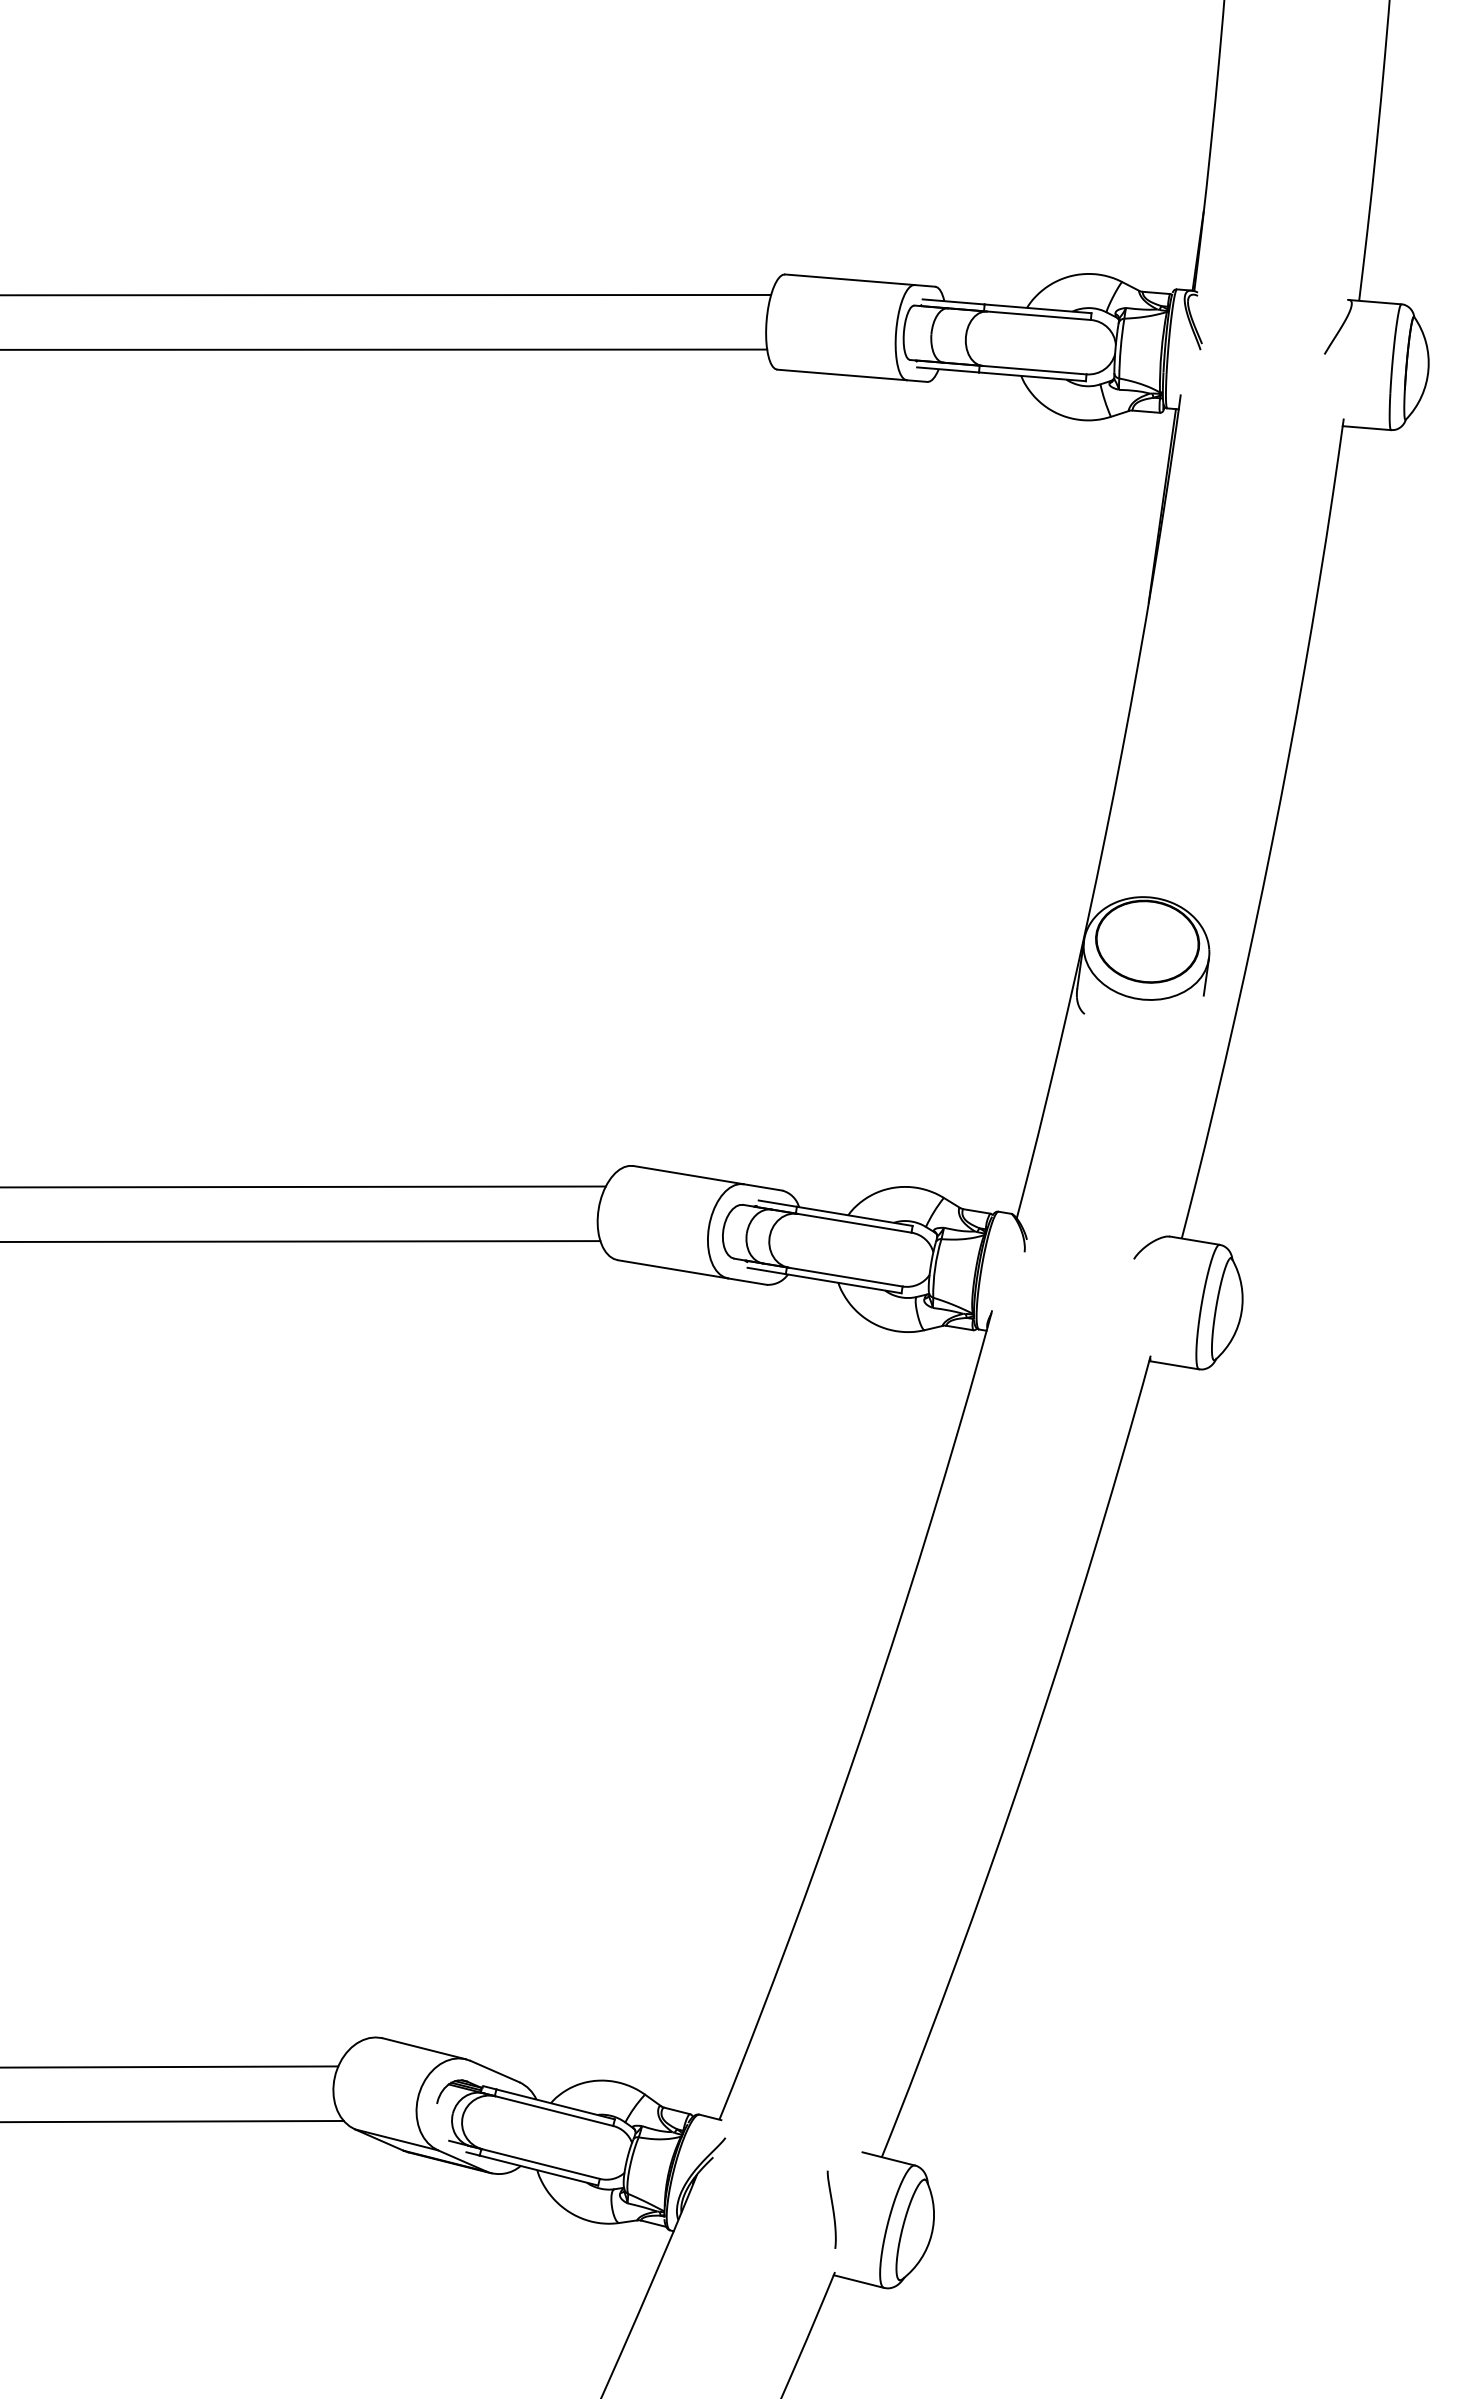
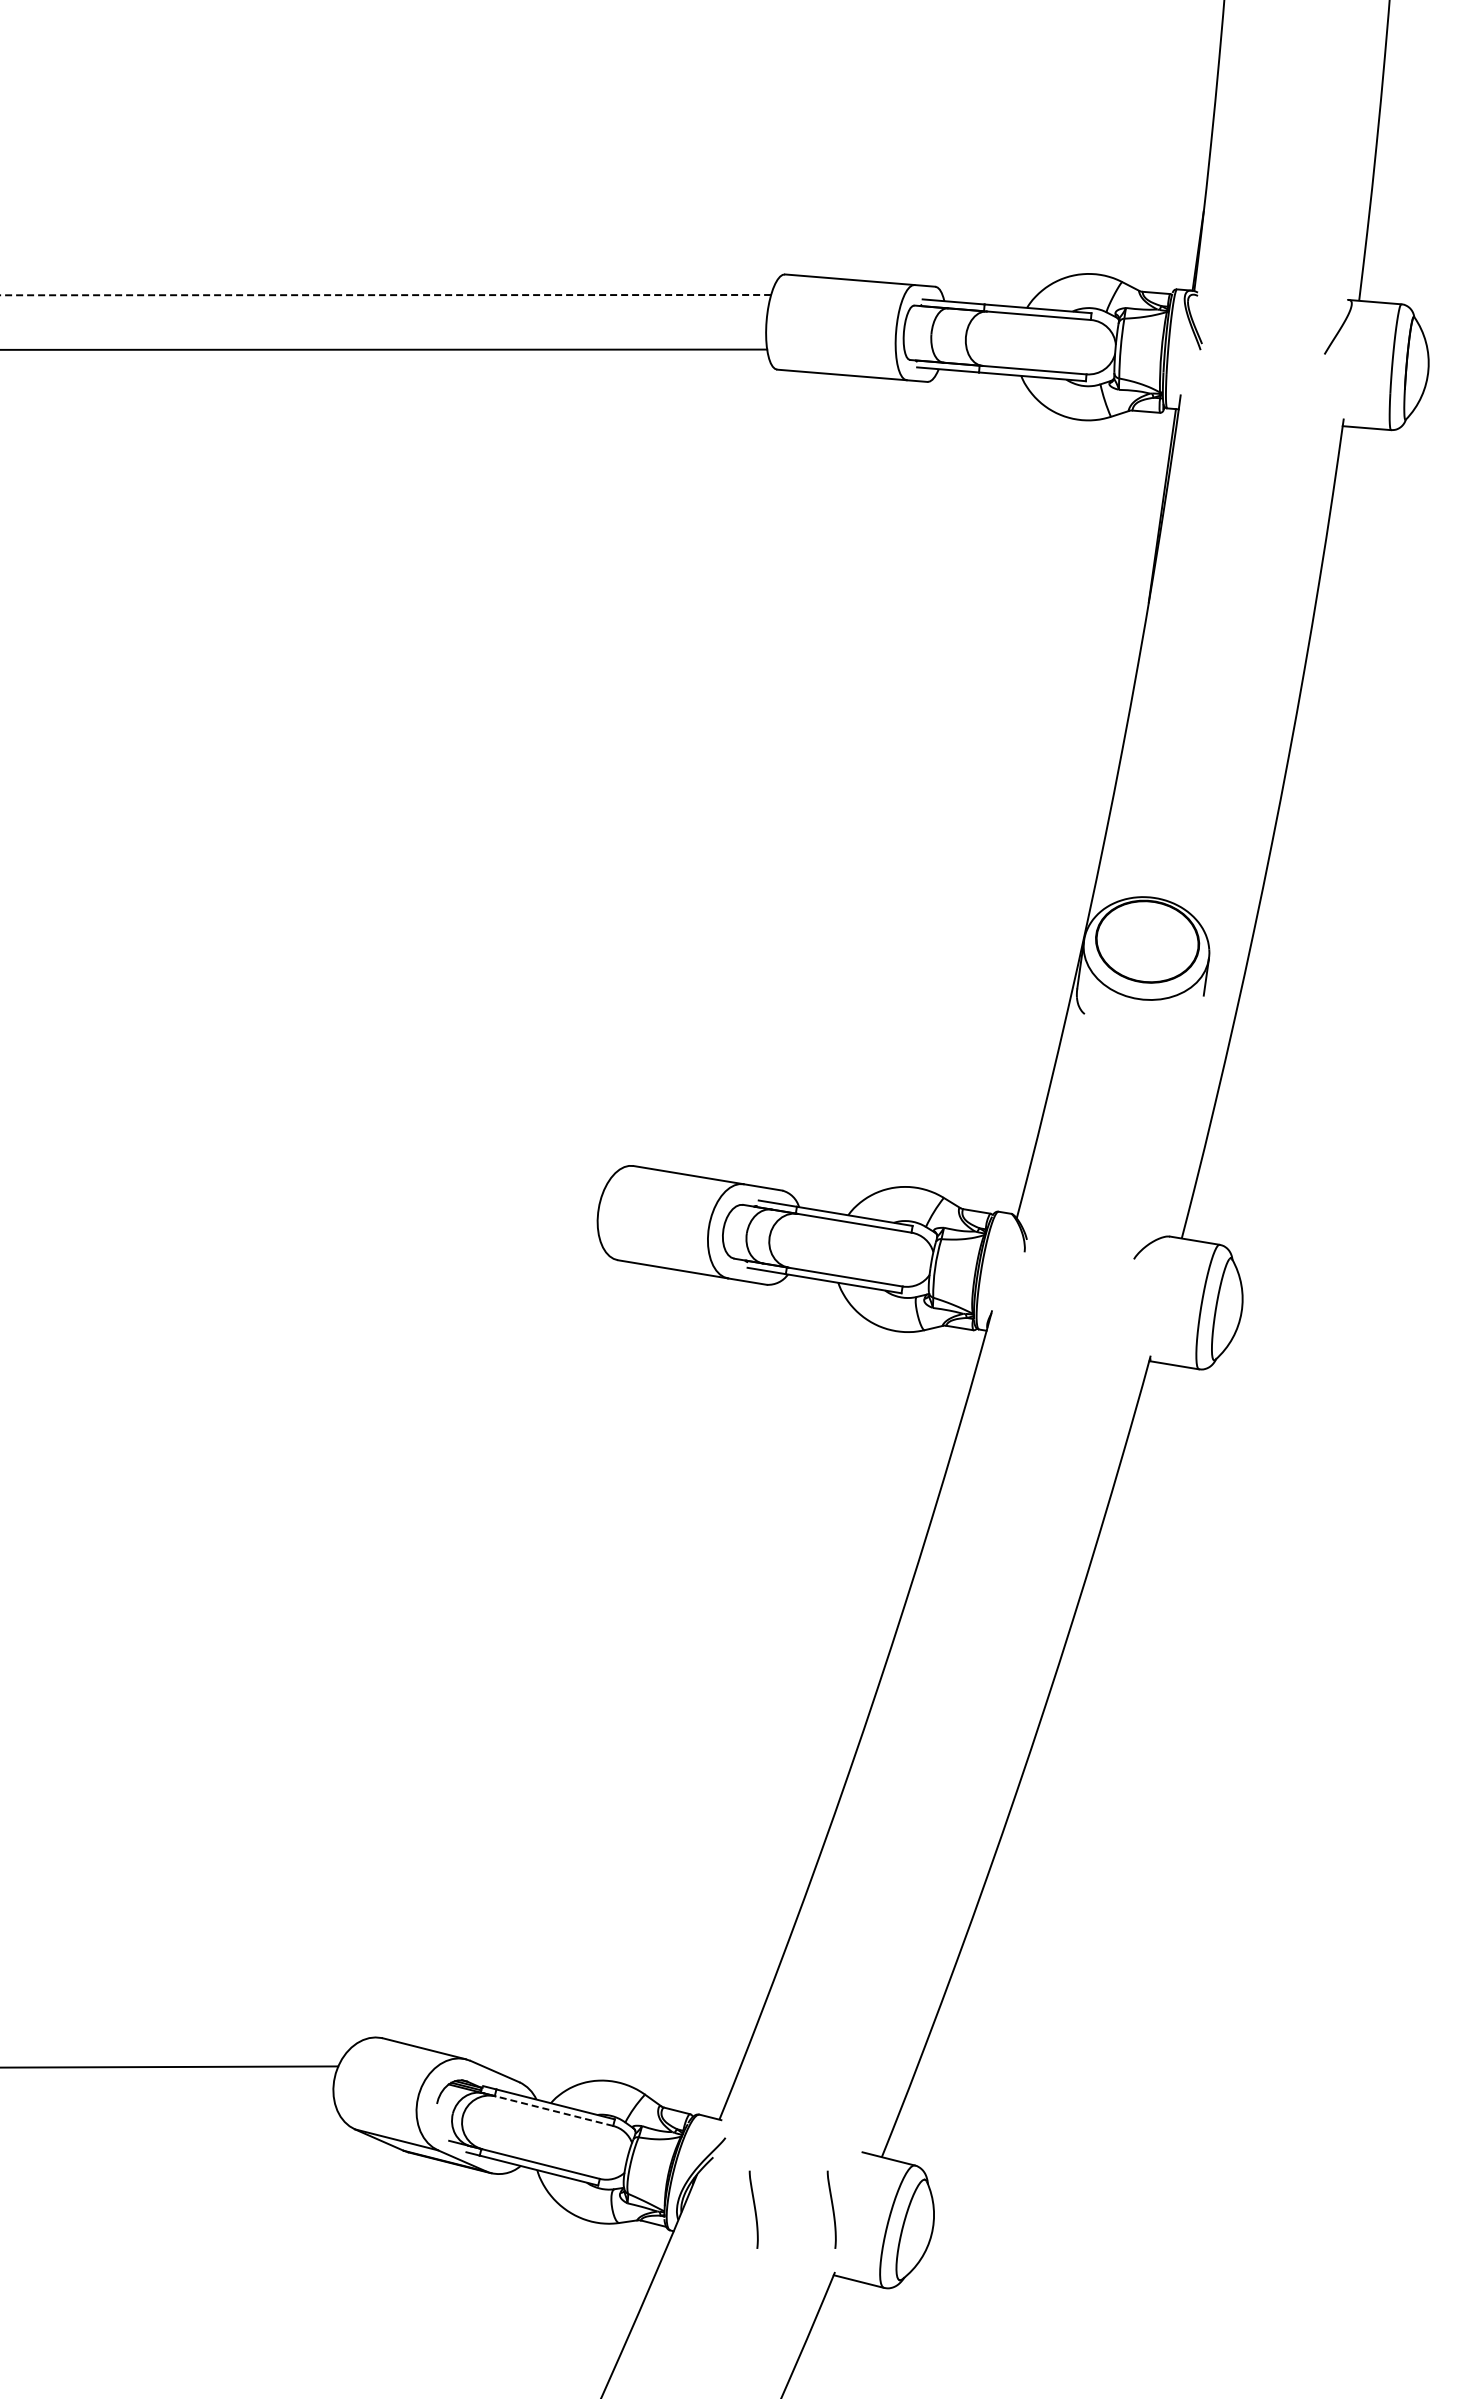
line at (385, 295): solid -> dashed
line at (303, 1186): present -> none
line at (301, 1241): present -> none
line at (554, 2111): solid -> dashed
line at (172, 2121): present -> none
curve at (754, 2209): none -> present
